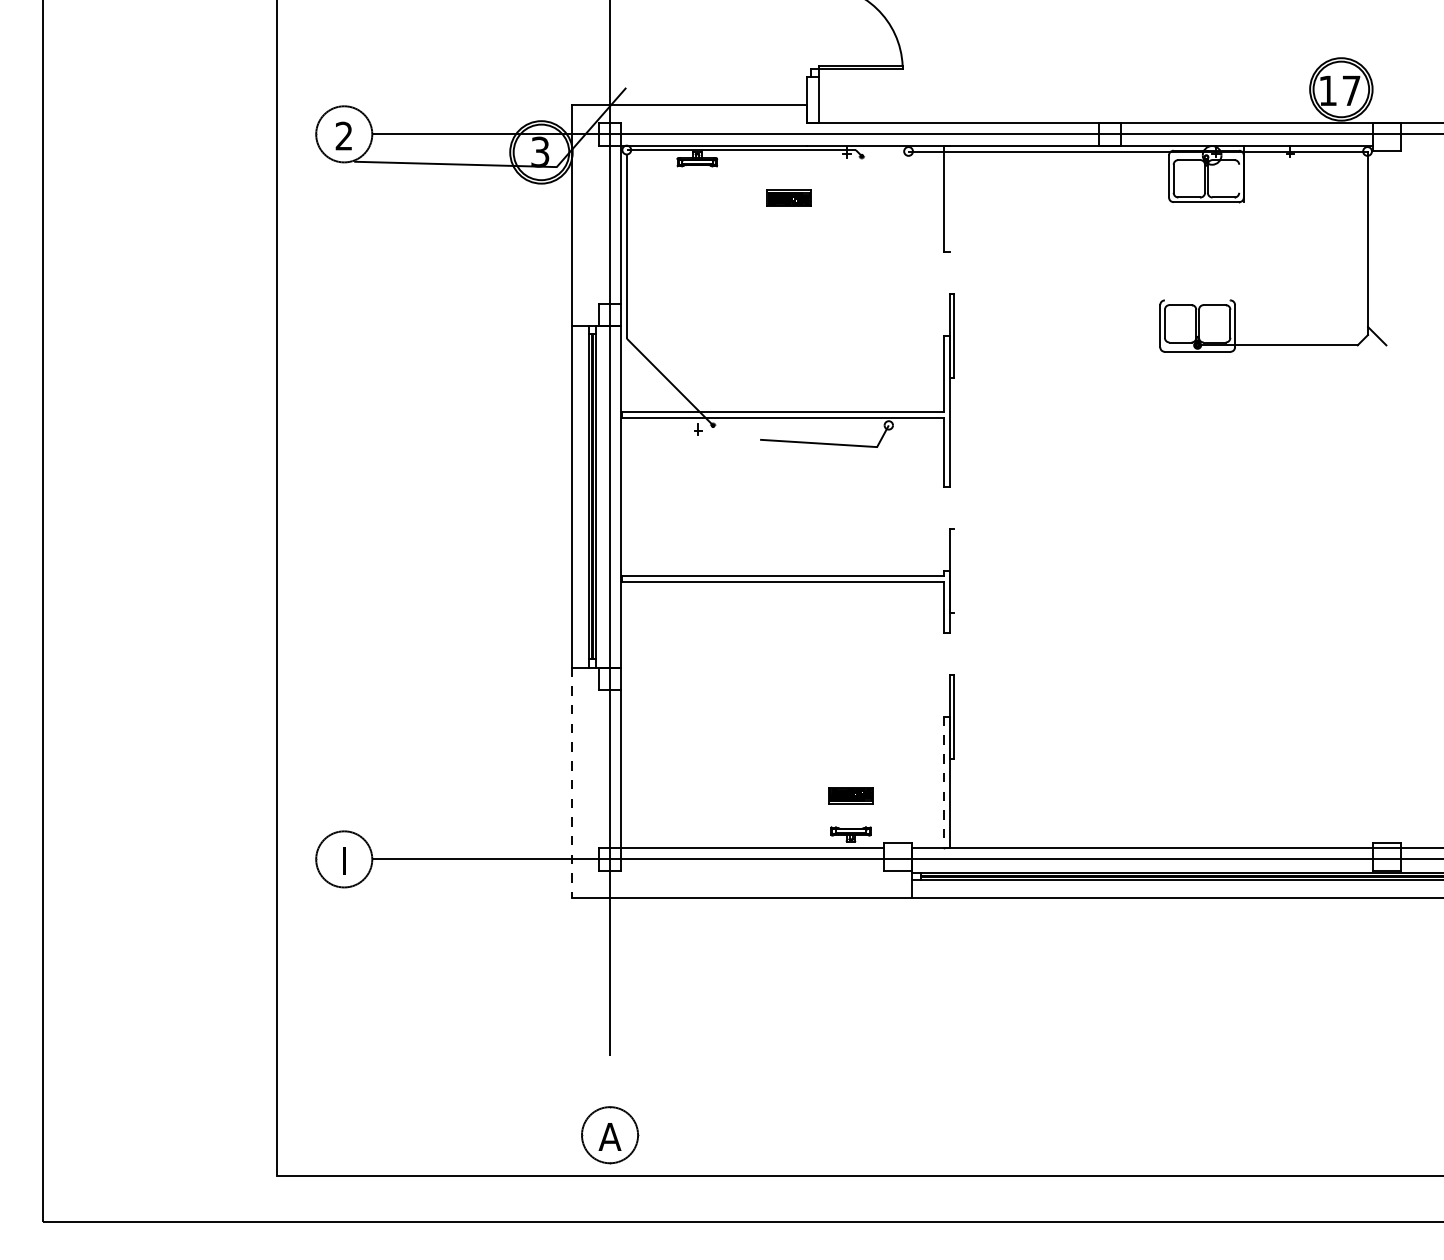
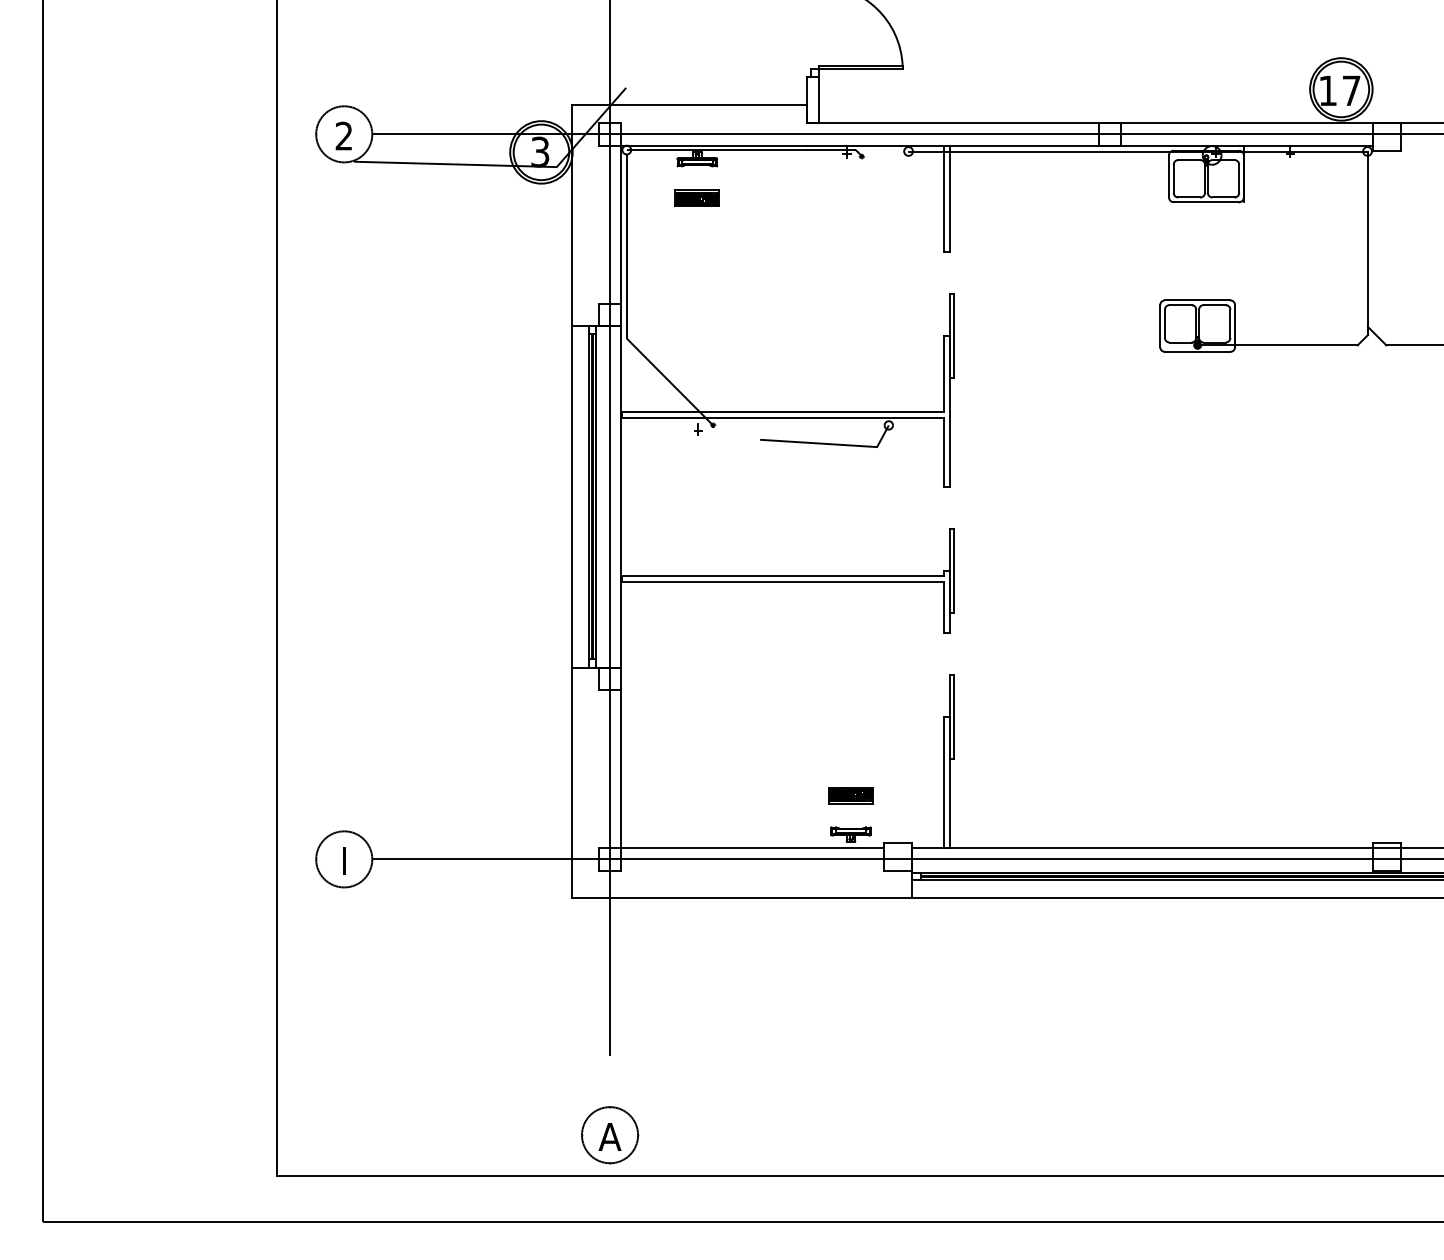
line at (1239, 178): none -> present
part at (788, 197) position: (788, 197) -> (696, 197)
line at (949, 198): none -> present
line at (1197, 300): none -> present
line at (1413, 345): none -> present
line at (954, 570): none -> present
line at (943, 782): dashed -> solid
line at (571, 783): dashed -> solid
